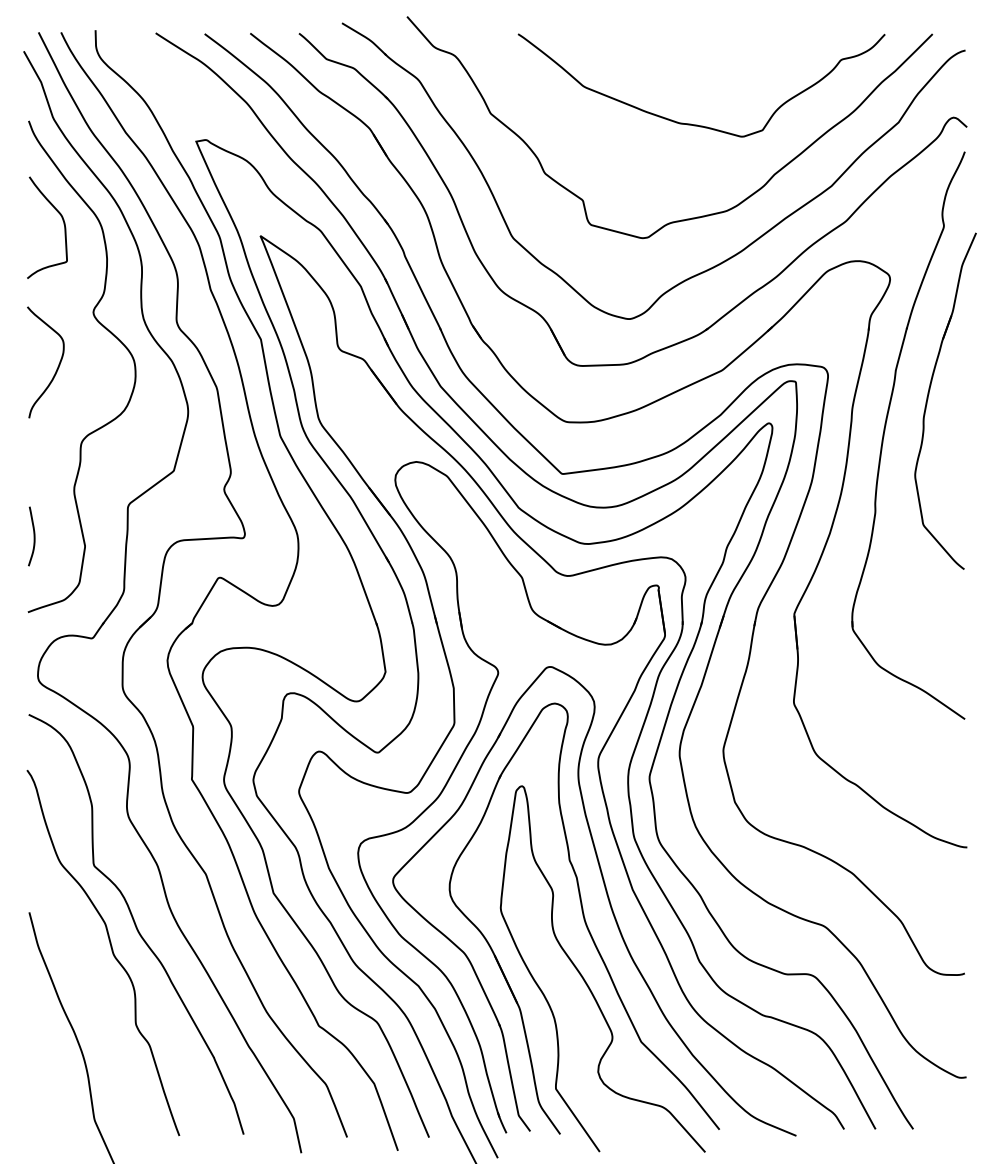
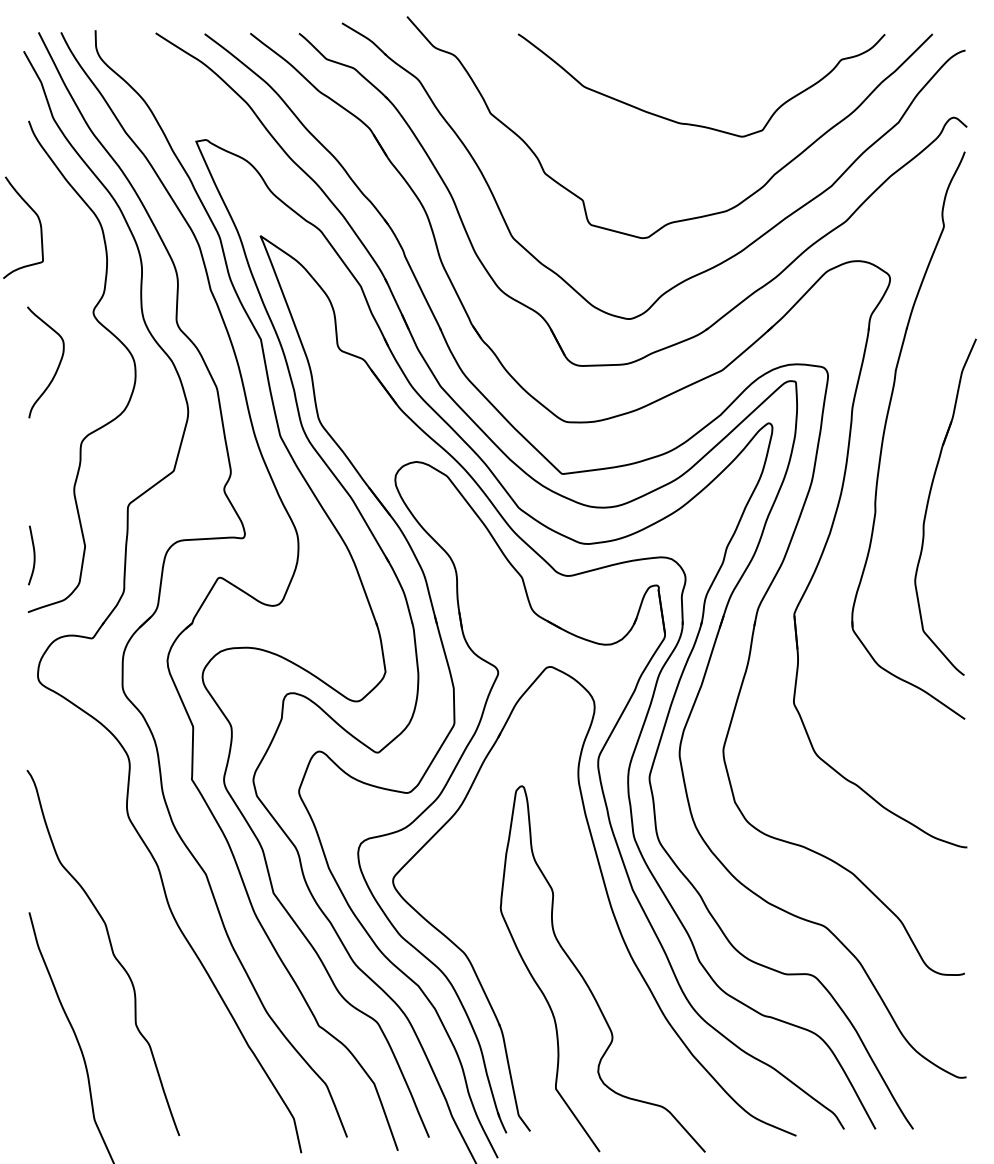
curve at (63, 224) position: (63, 224) -> (39, 224)
part at (928, 399) position: (928, 399) -> (928, 505)
curve at (33, 536) position: (33, 536) -> (33, 555)
part at (583, 918): present -> none
curve at (136, 924): present -> none
